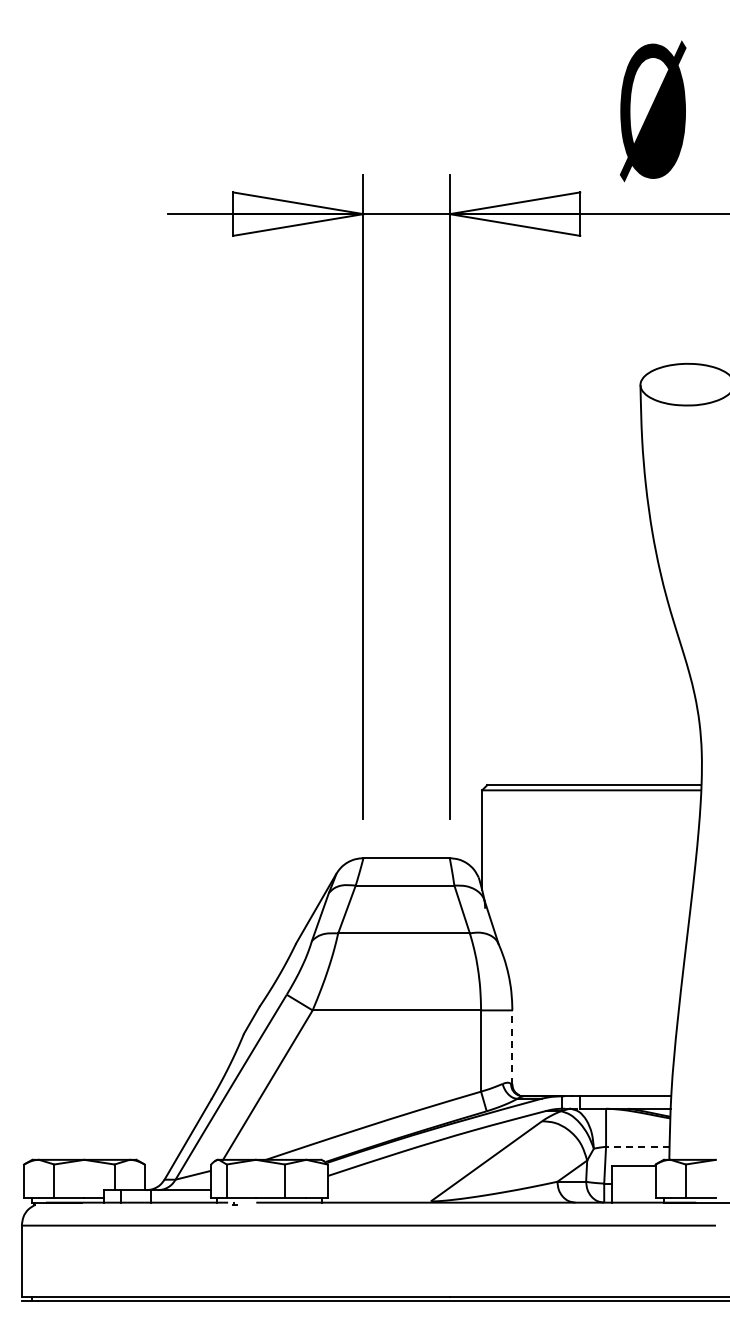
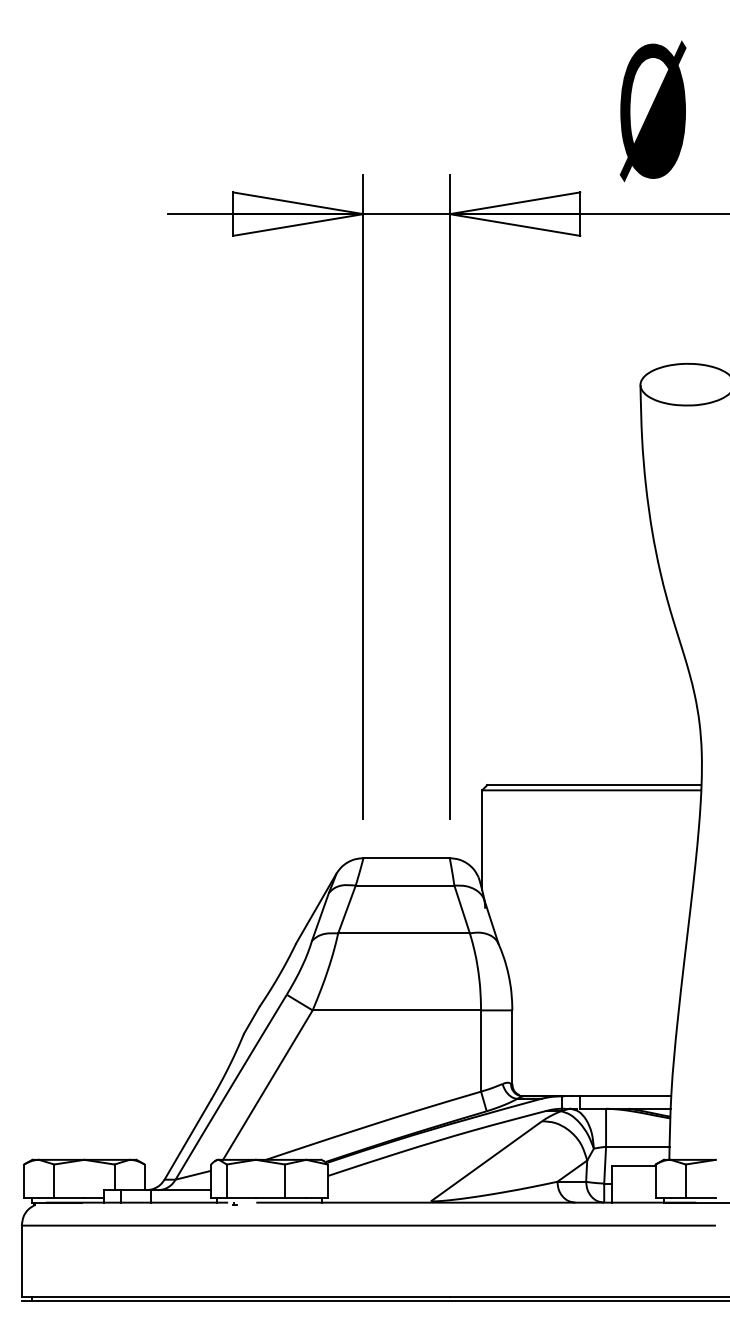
line at (512, 1046): dashed -> solid
line at (637, 1146): dashed -> solid
